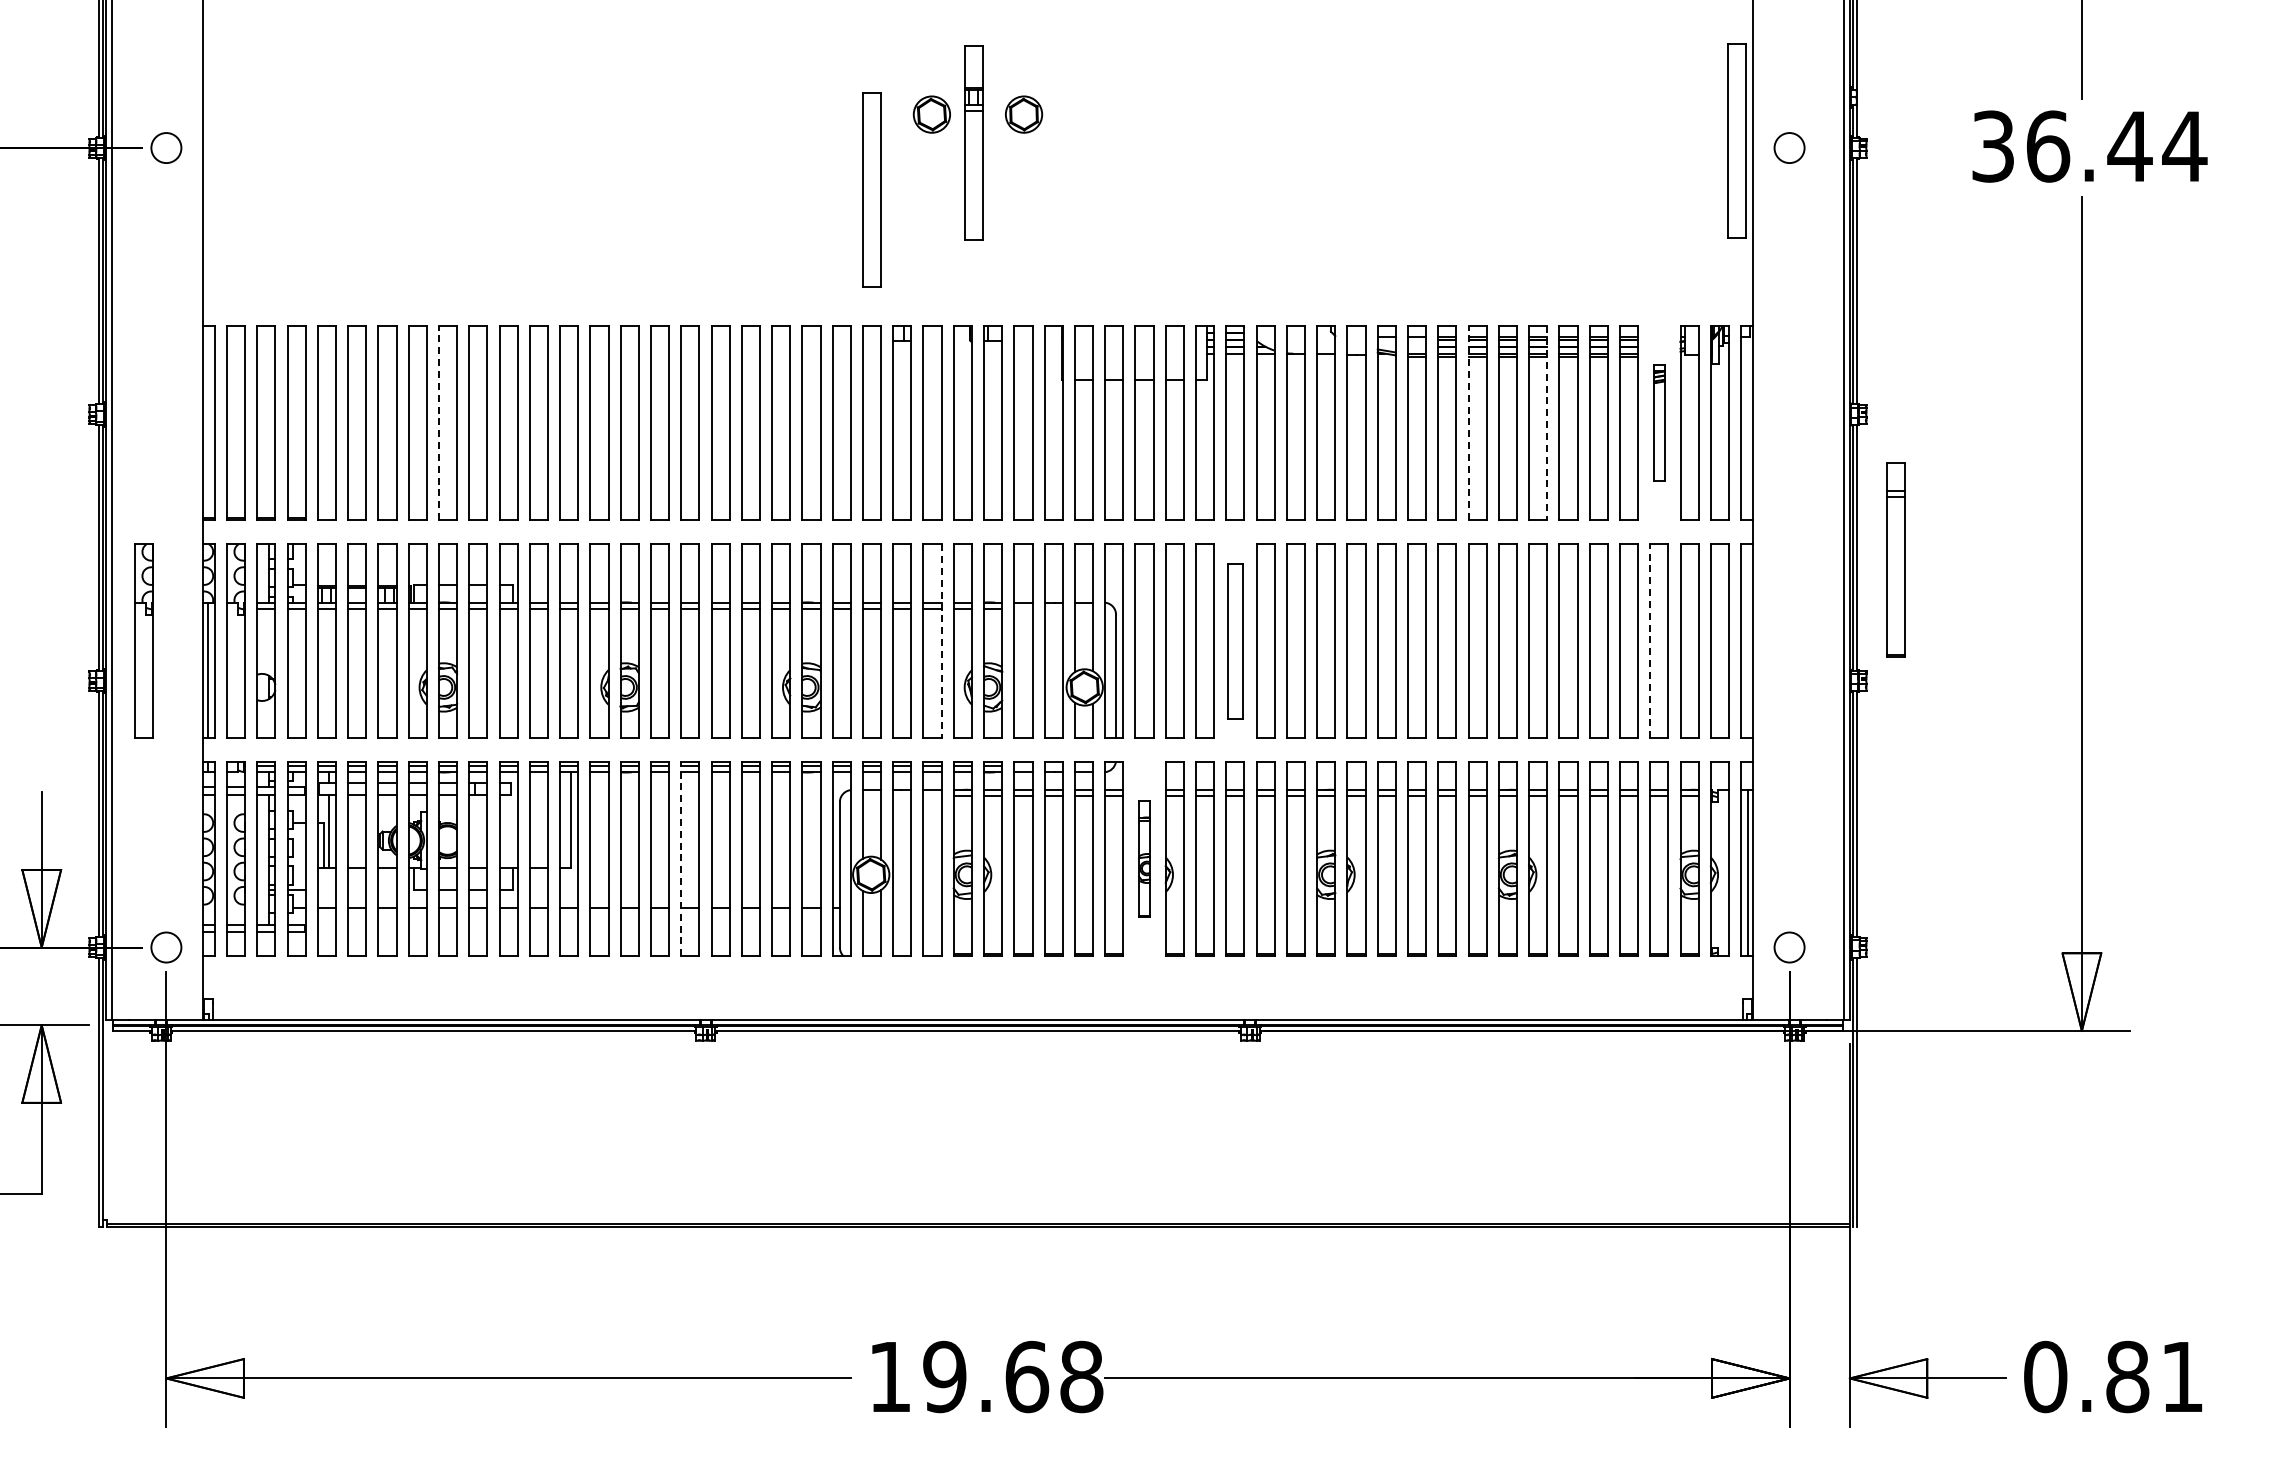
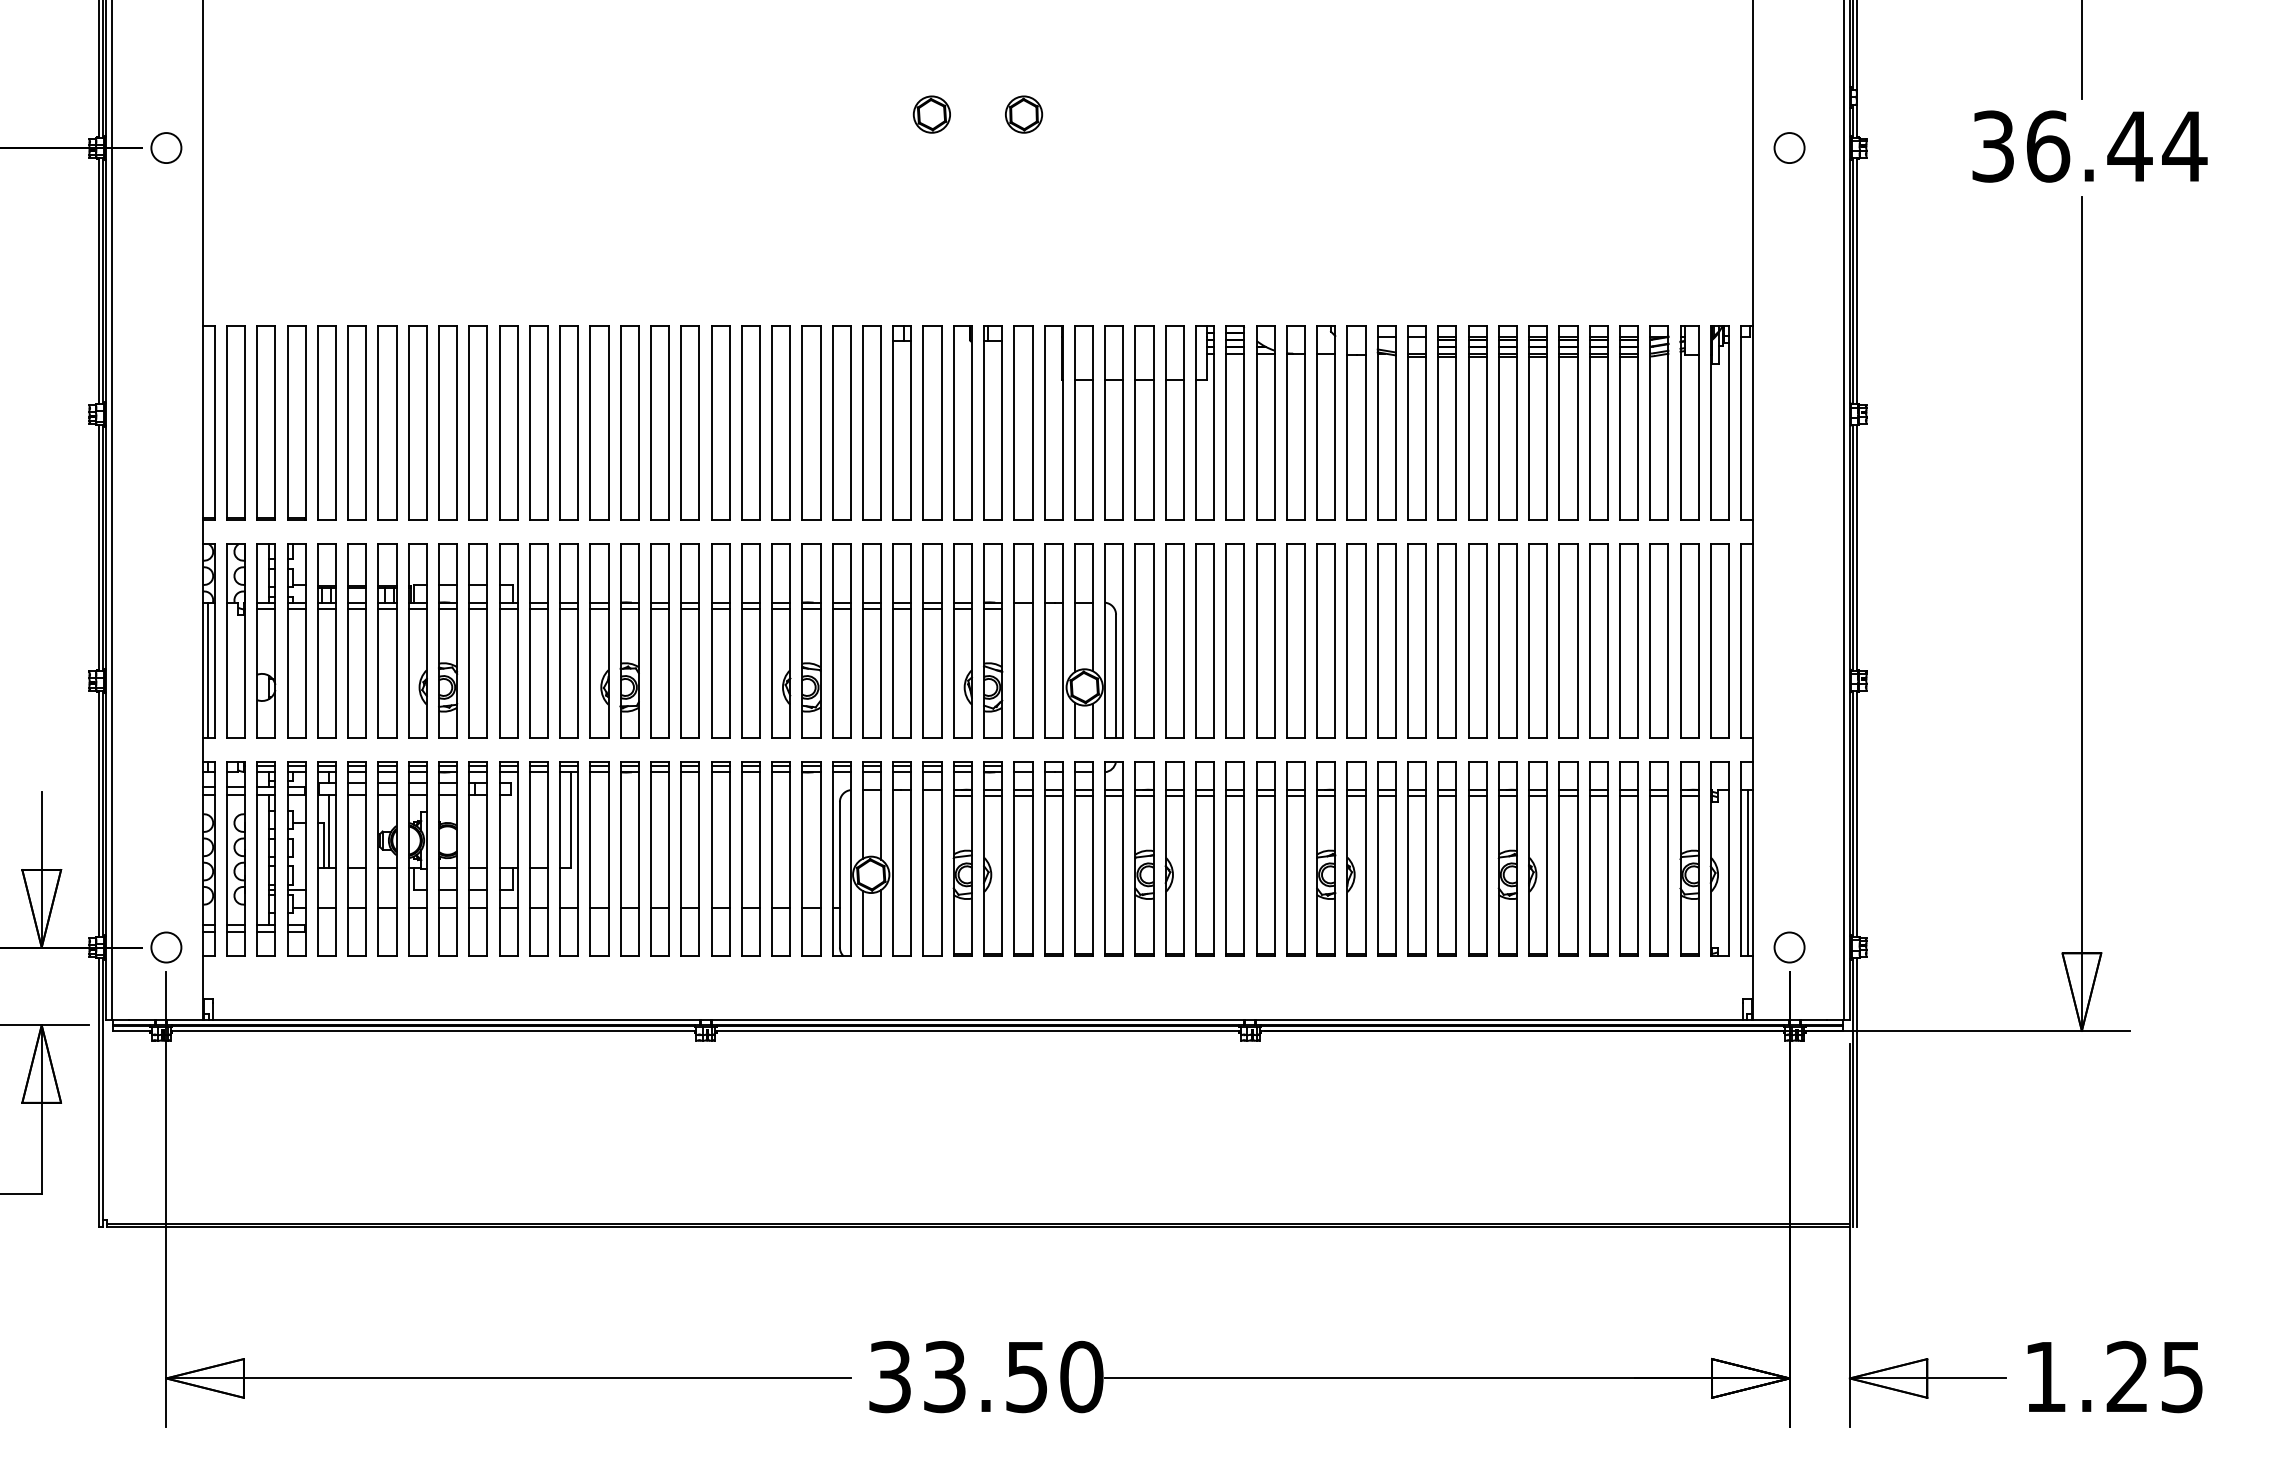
part at (1736, 140): present -> none
part at (973, 142): present -> none
part at (871, 189): present -> none
part at (1659, 422) size: 13x118 px -> 21x196 px
line at (438, 423): dashed -> solid
line at (1468, 423): dashed -> solid
line at (1547, 423): dashed -> solid
part at (1895, 559): present -> none
part at (143, 640): present -> none
line at (941, 641): dashed -> solid
part at (1235, 641) size: 17x157 px -> 20x196 px
line at (1650, 641): dashed -> solid
part at (1144, 858) size: 13x118 px -> 21x196 px
line at (681, 859): dashed -> solid
text at (986, 1376): 19.68 -> 33.50
text at (2113, 1376): 0.81 -> 1.25
